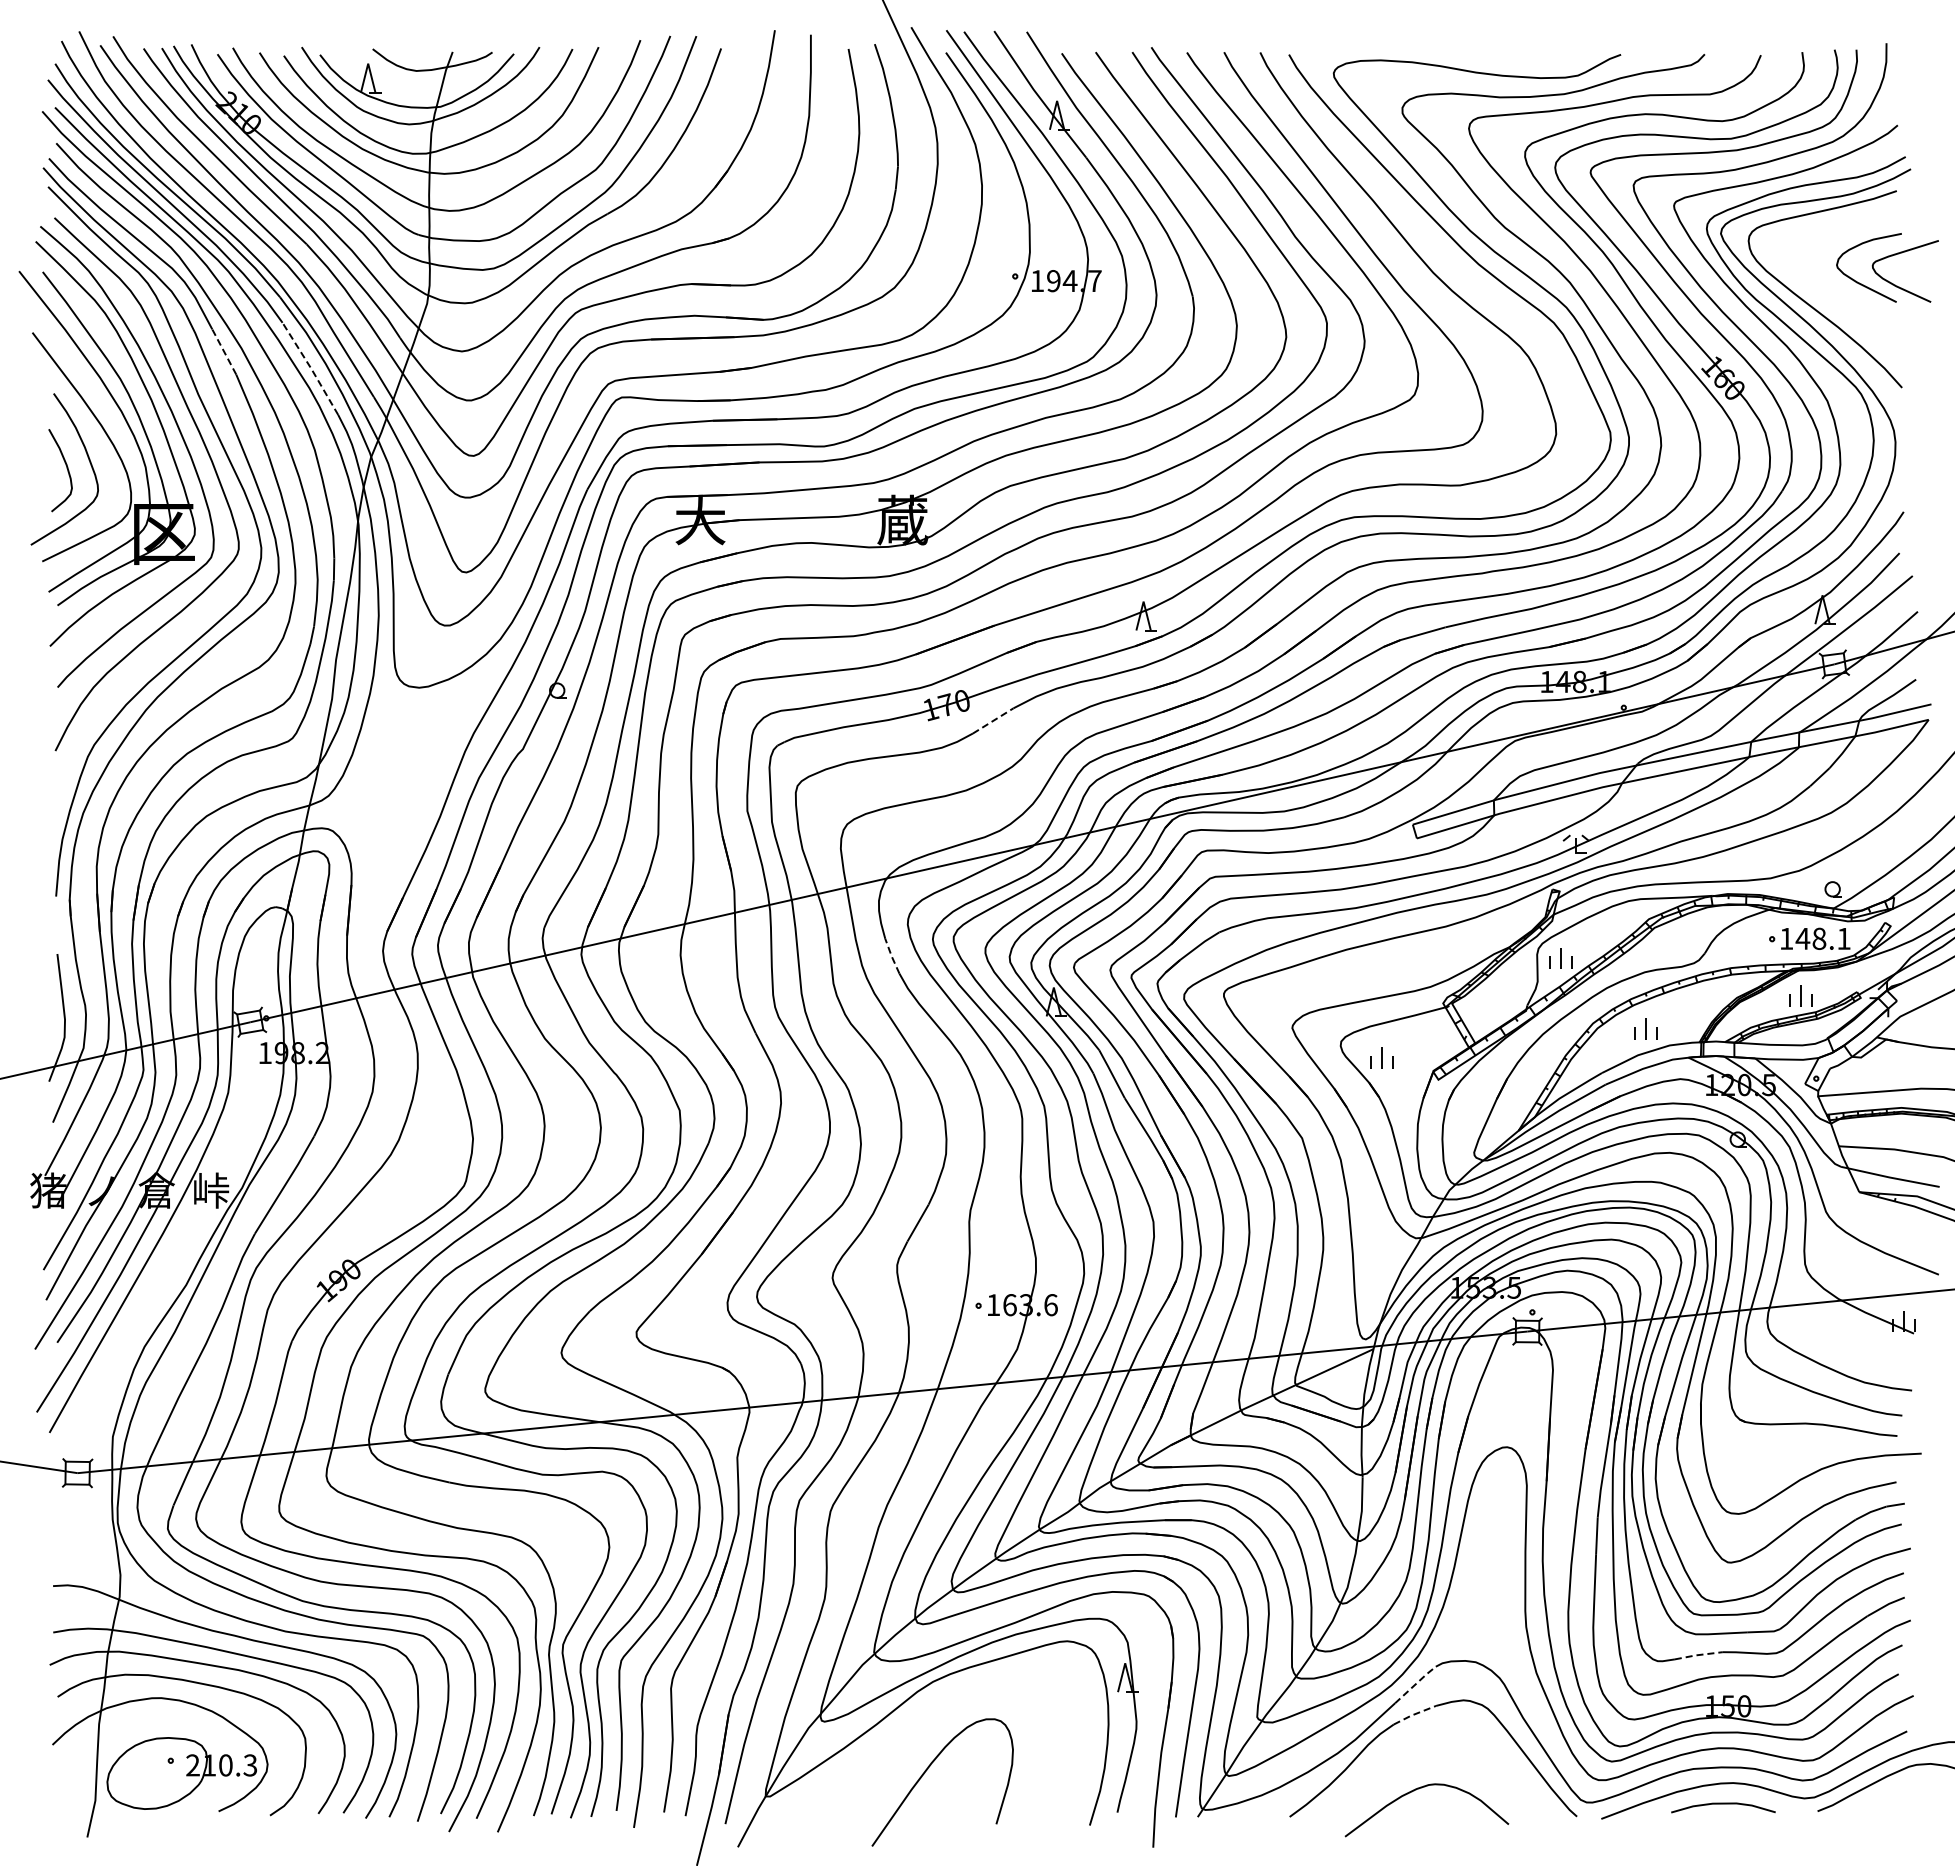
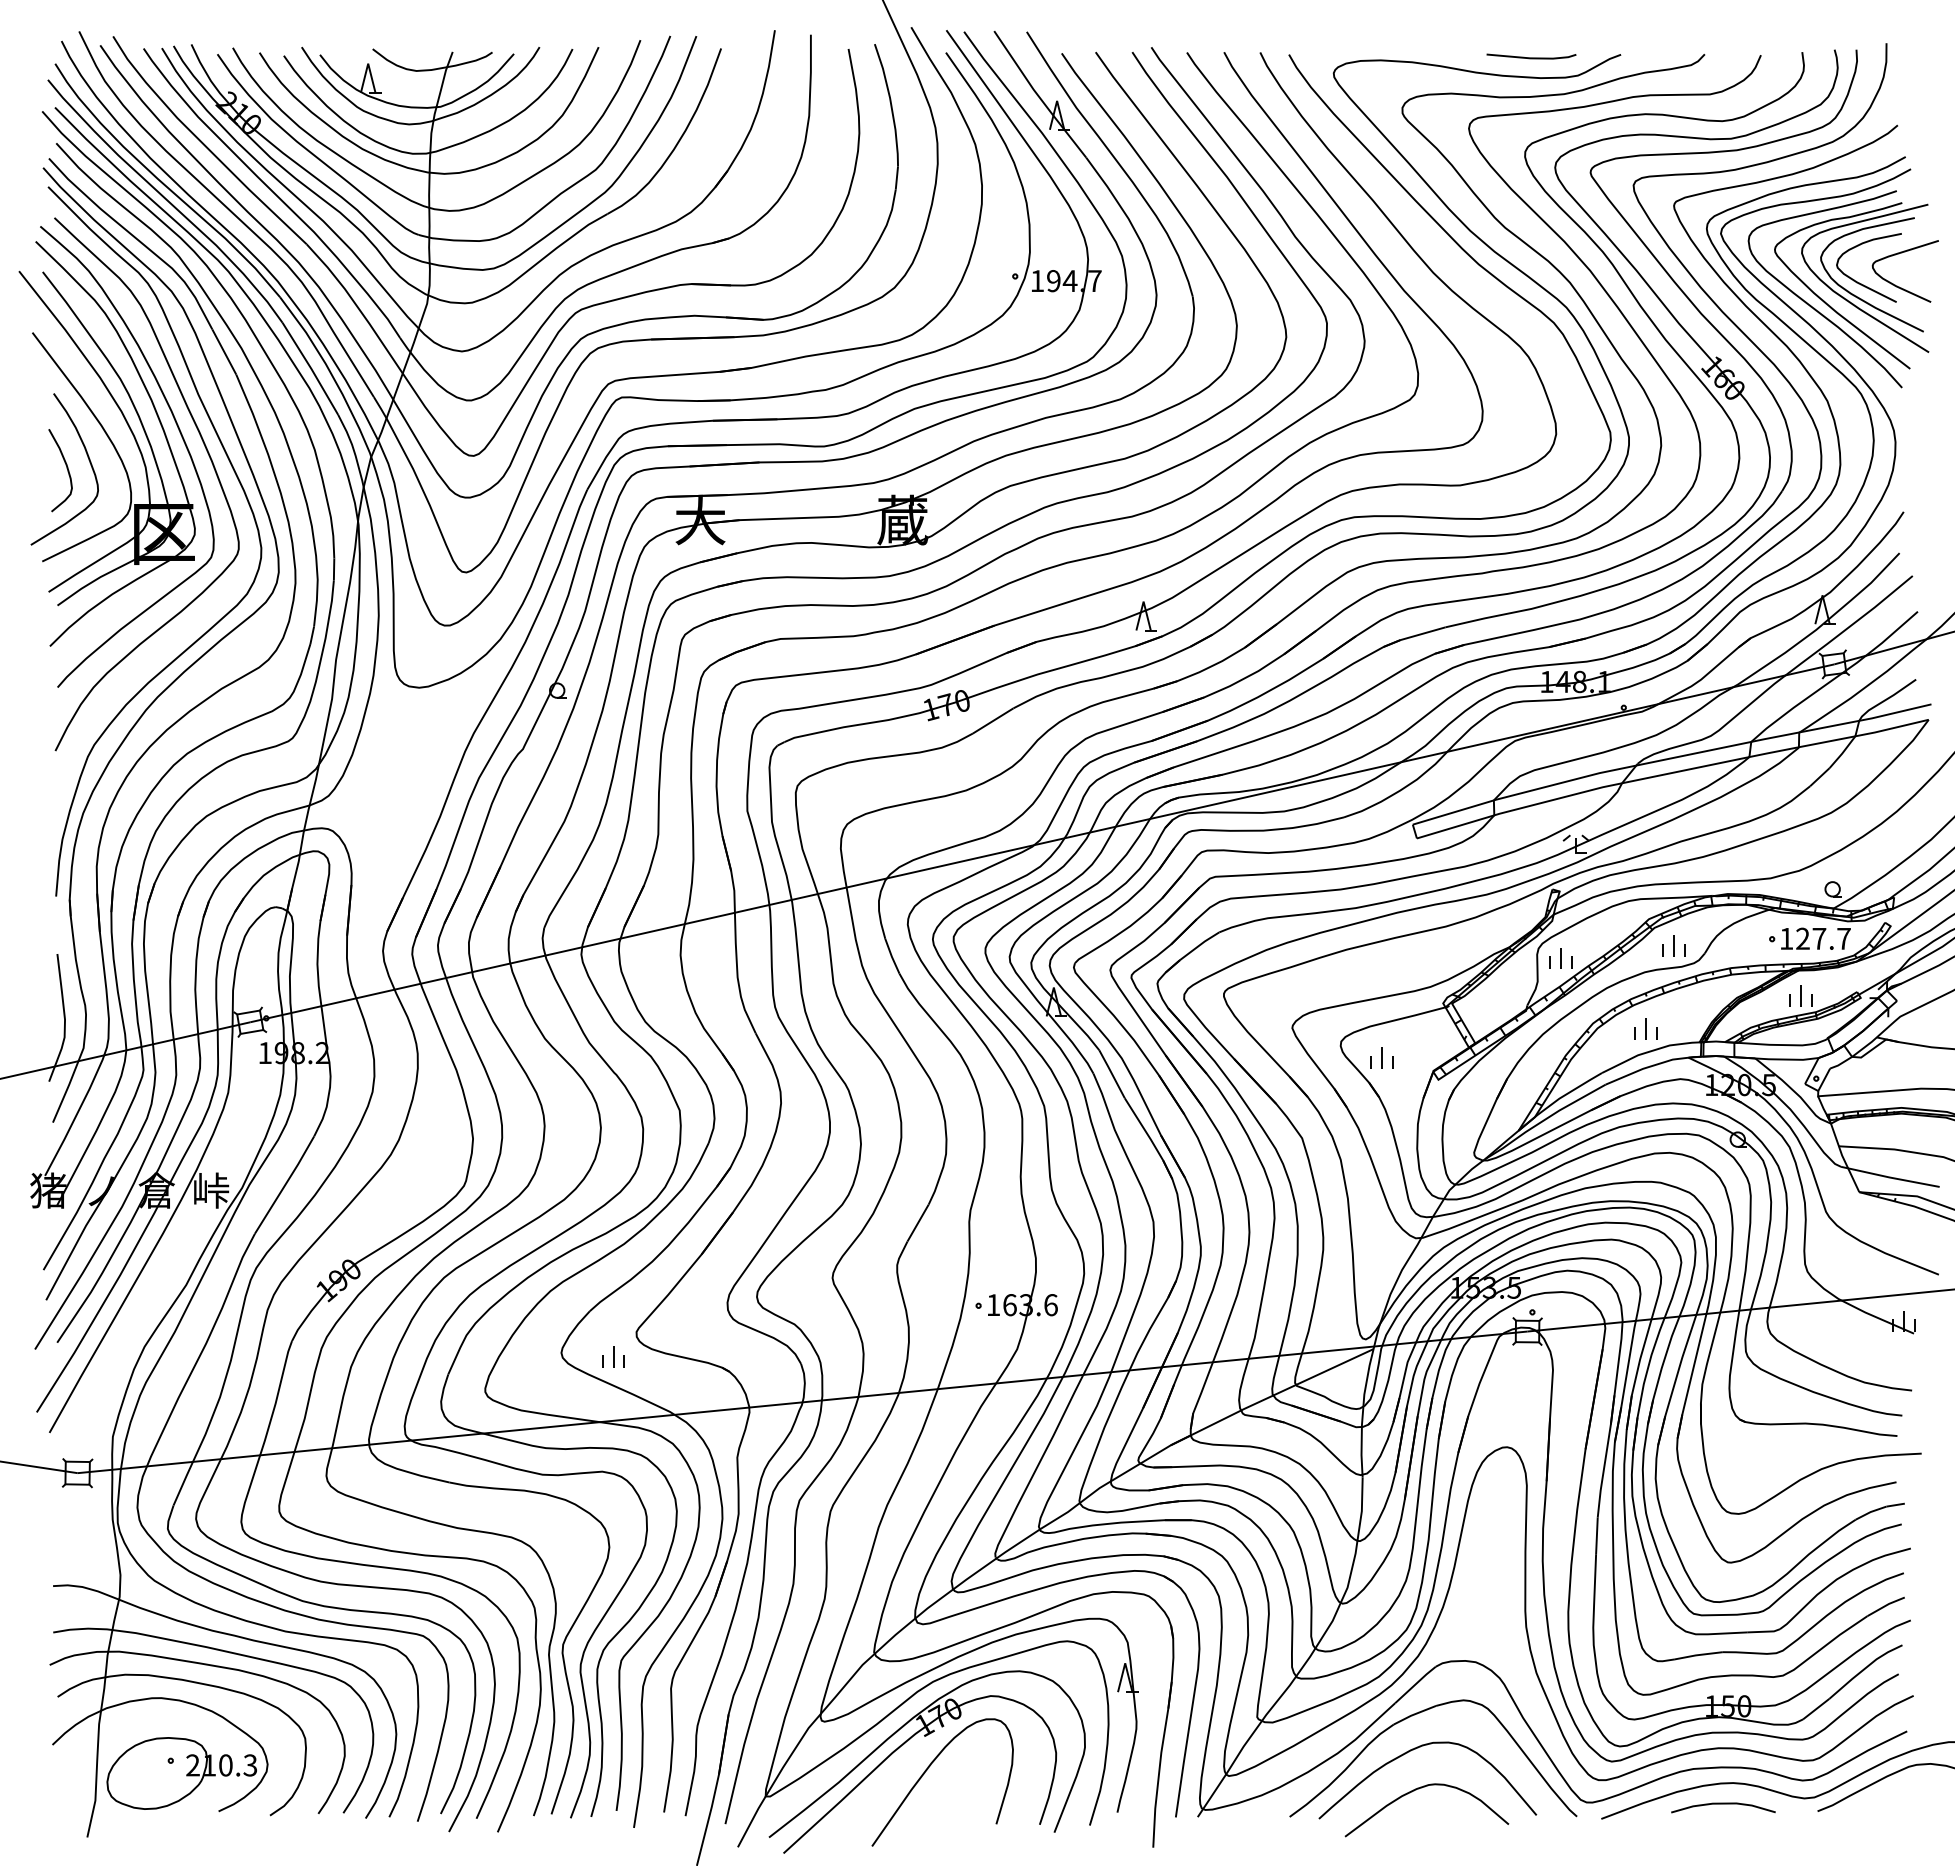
line at (1531, 57): none -> present
part at (1851, 285): none -> present
line at (224, 352): dashed -> solid
line at (311, 369): dashed -> solid
line at (993, 720): dashed -> solid
text at (1822, 938): 148.1 -> 127.7
part at (1673, 945): none -> present
line at (891, 956): dashed -> solid
part at (613, 1356): none -> present
line at (1698, 1655): dashed -> solid
line at (1415, 1684): dashed -> solid
line at (1413, 1714): dashed -> solid
part at (926, 1736): none -> present
curve at (1413, 1750): none -> present
